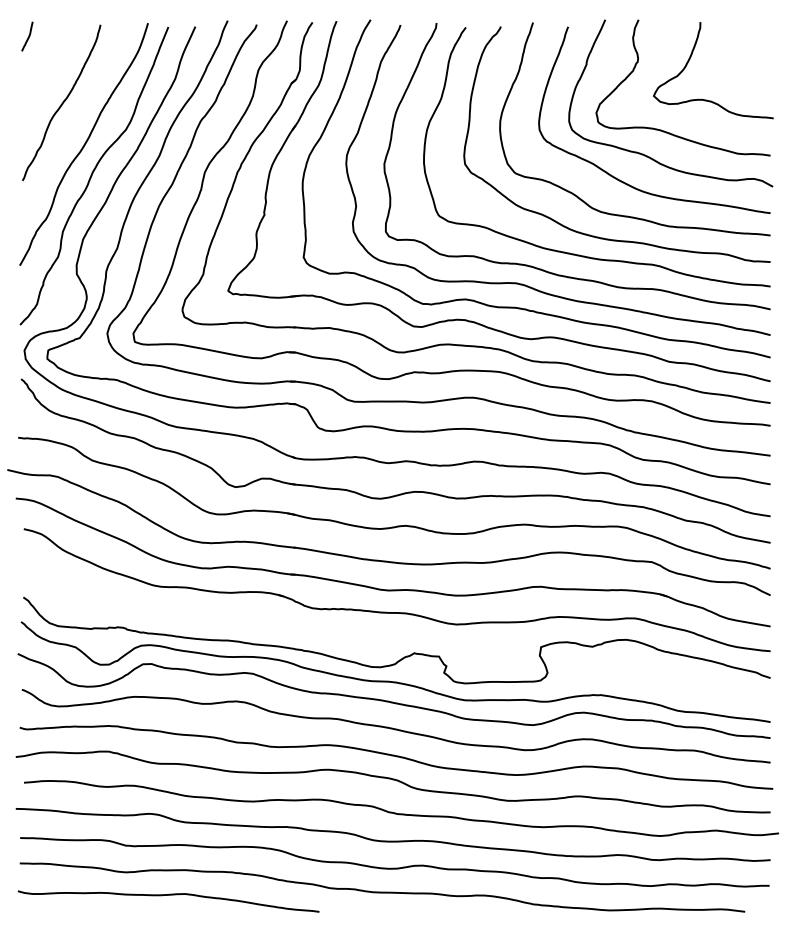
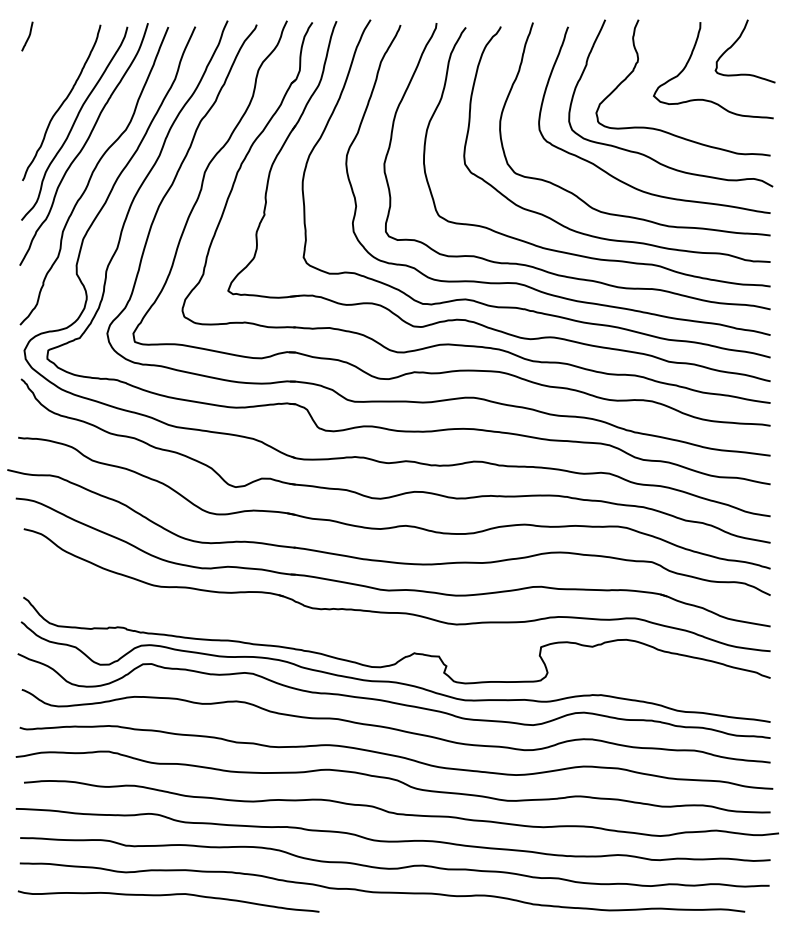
curve at (736, 42): none -> present
curve at (74, 123): none -> present
